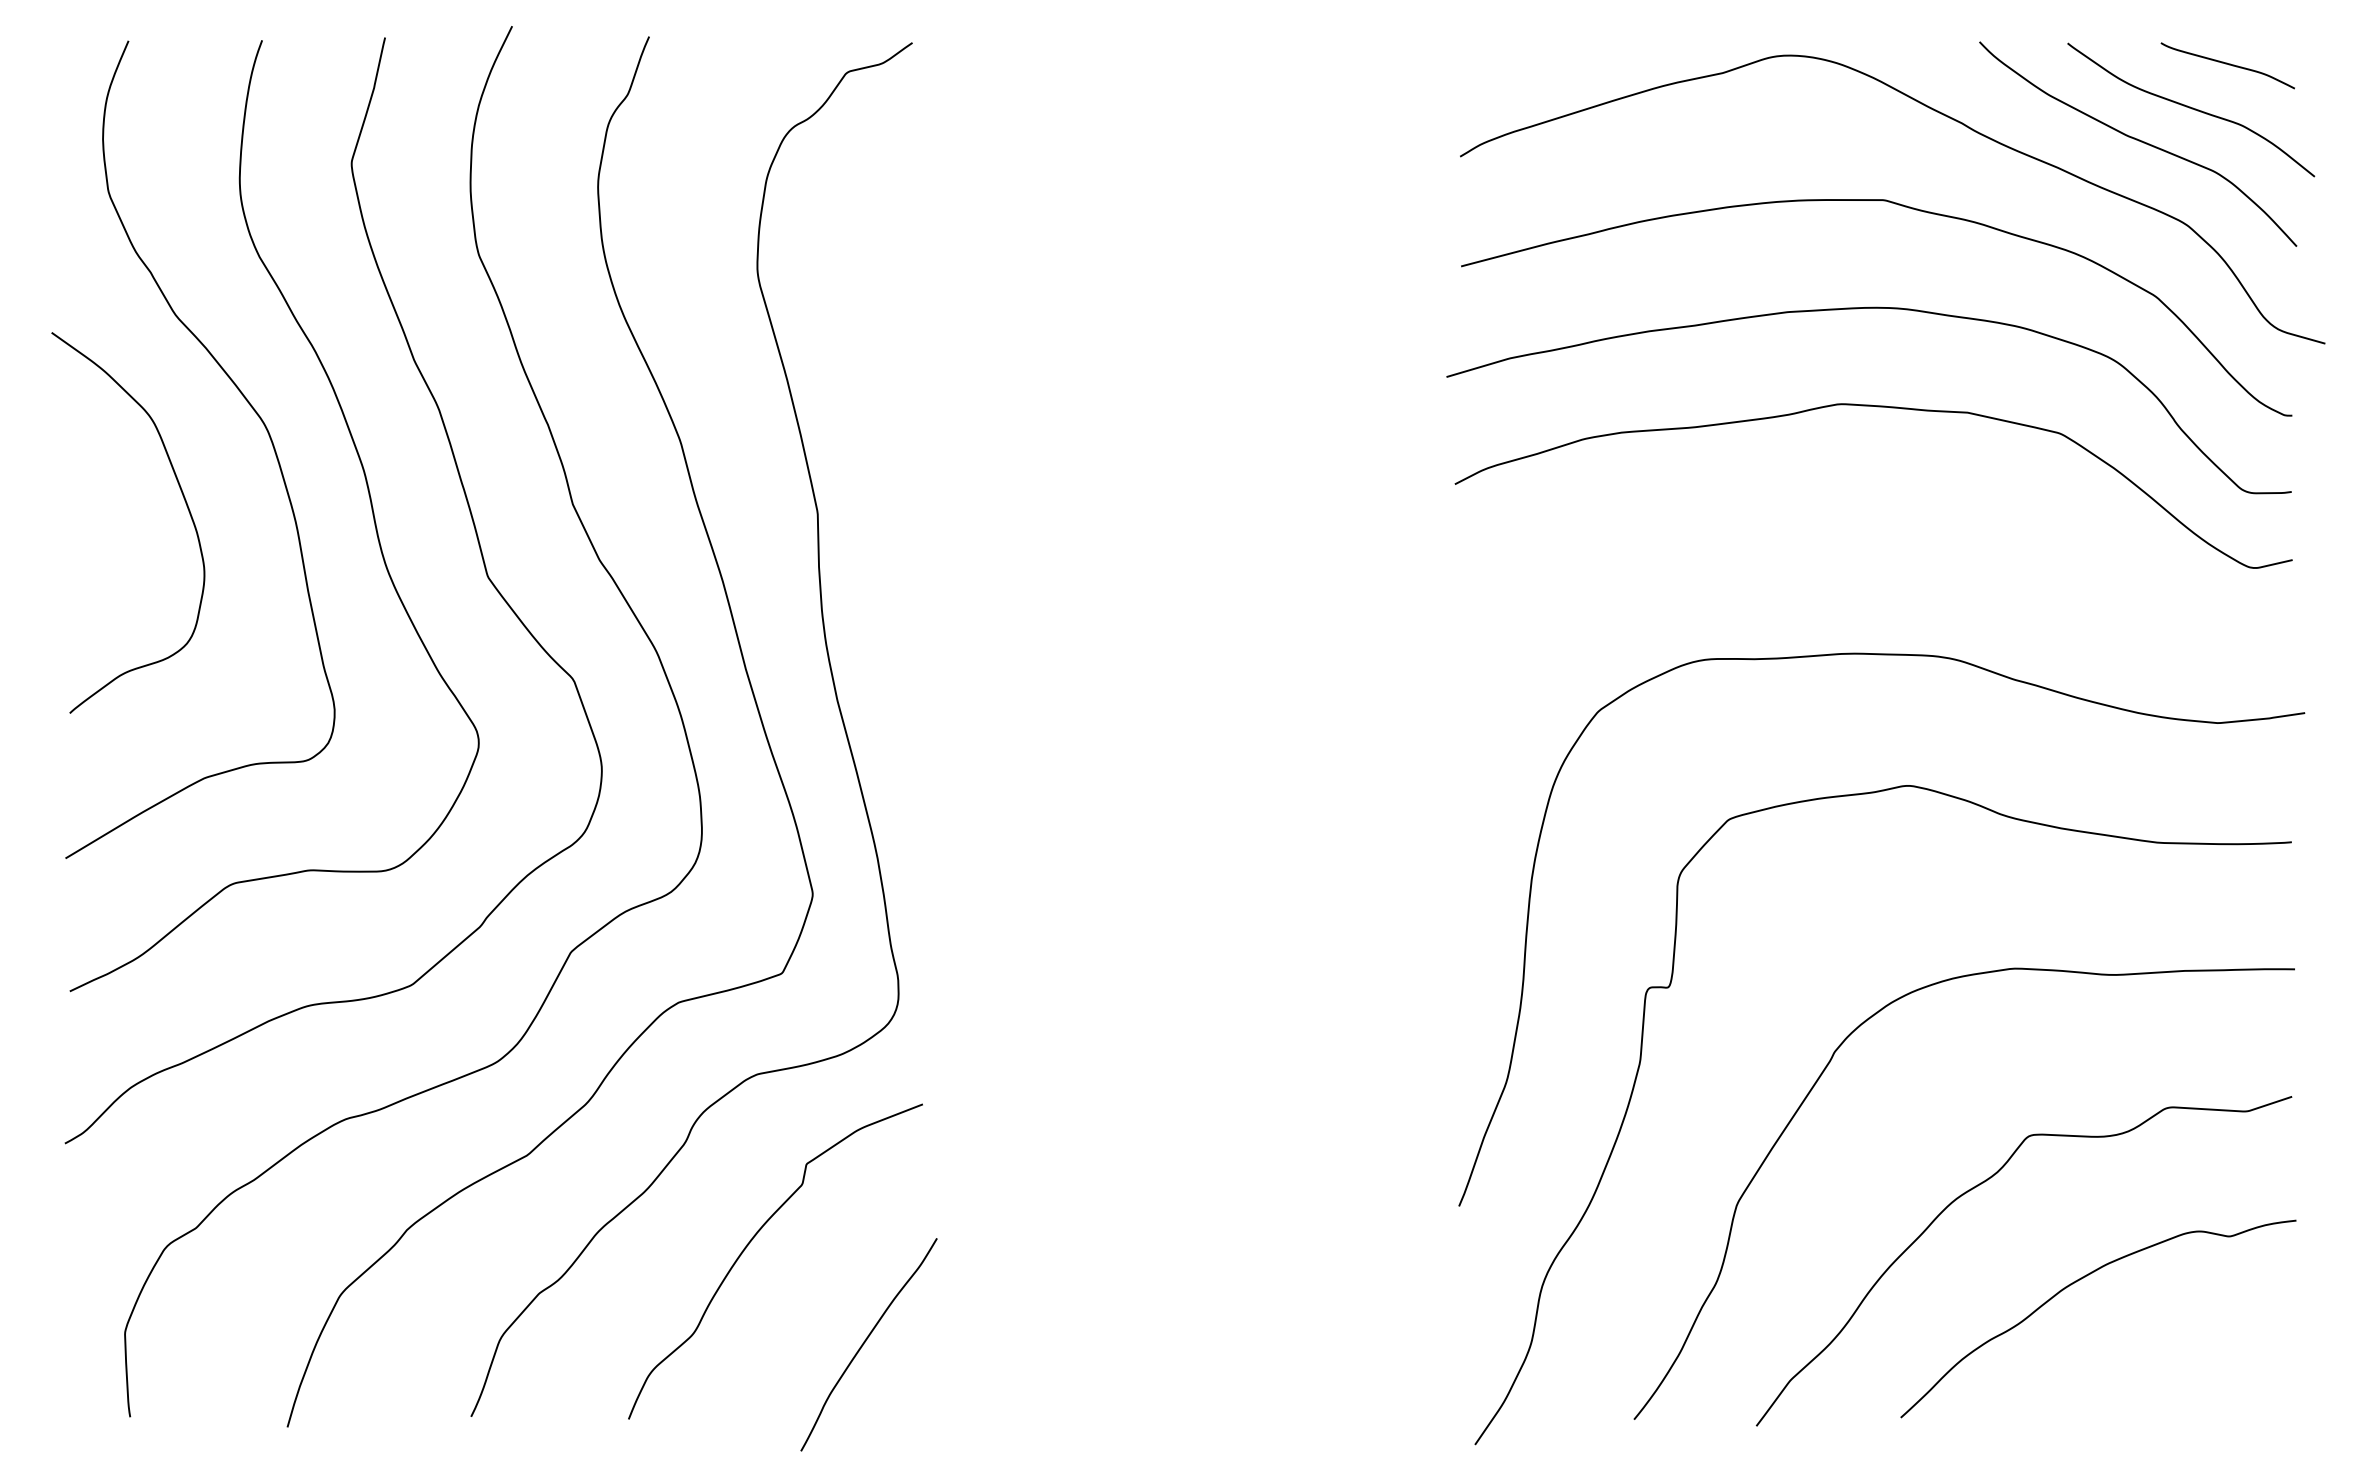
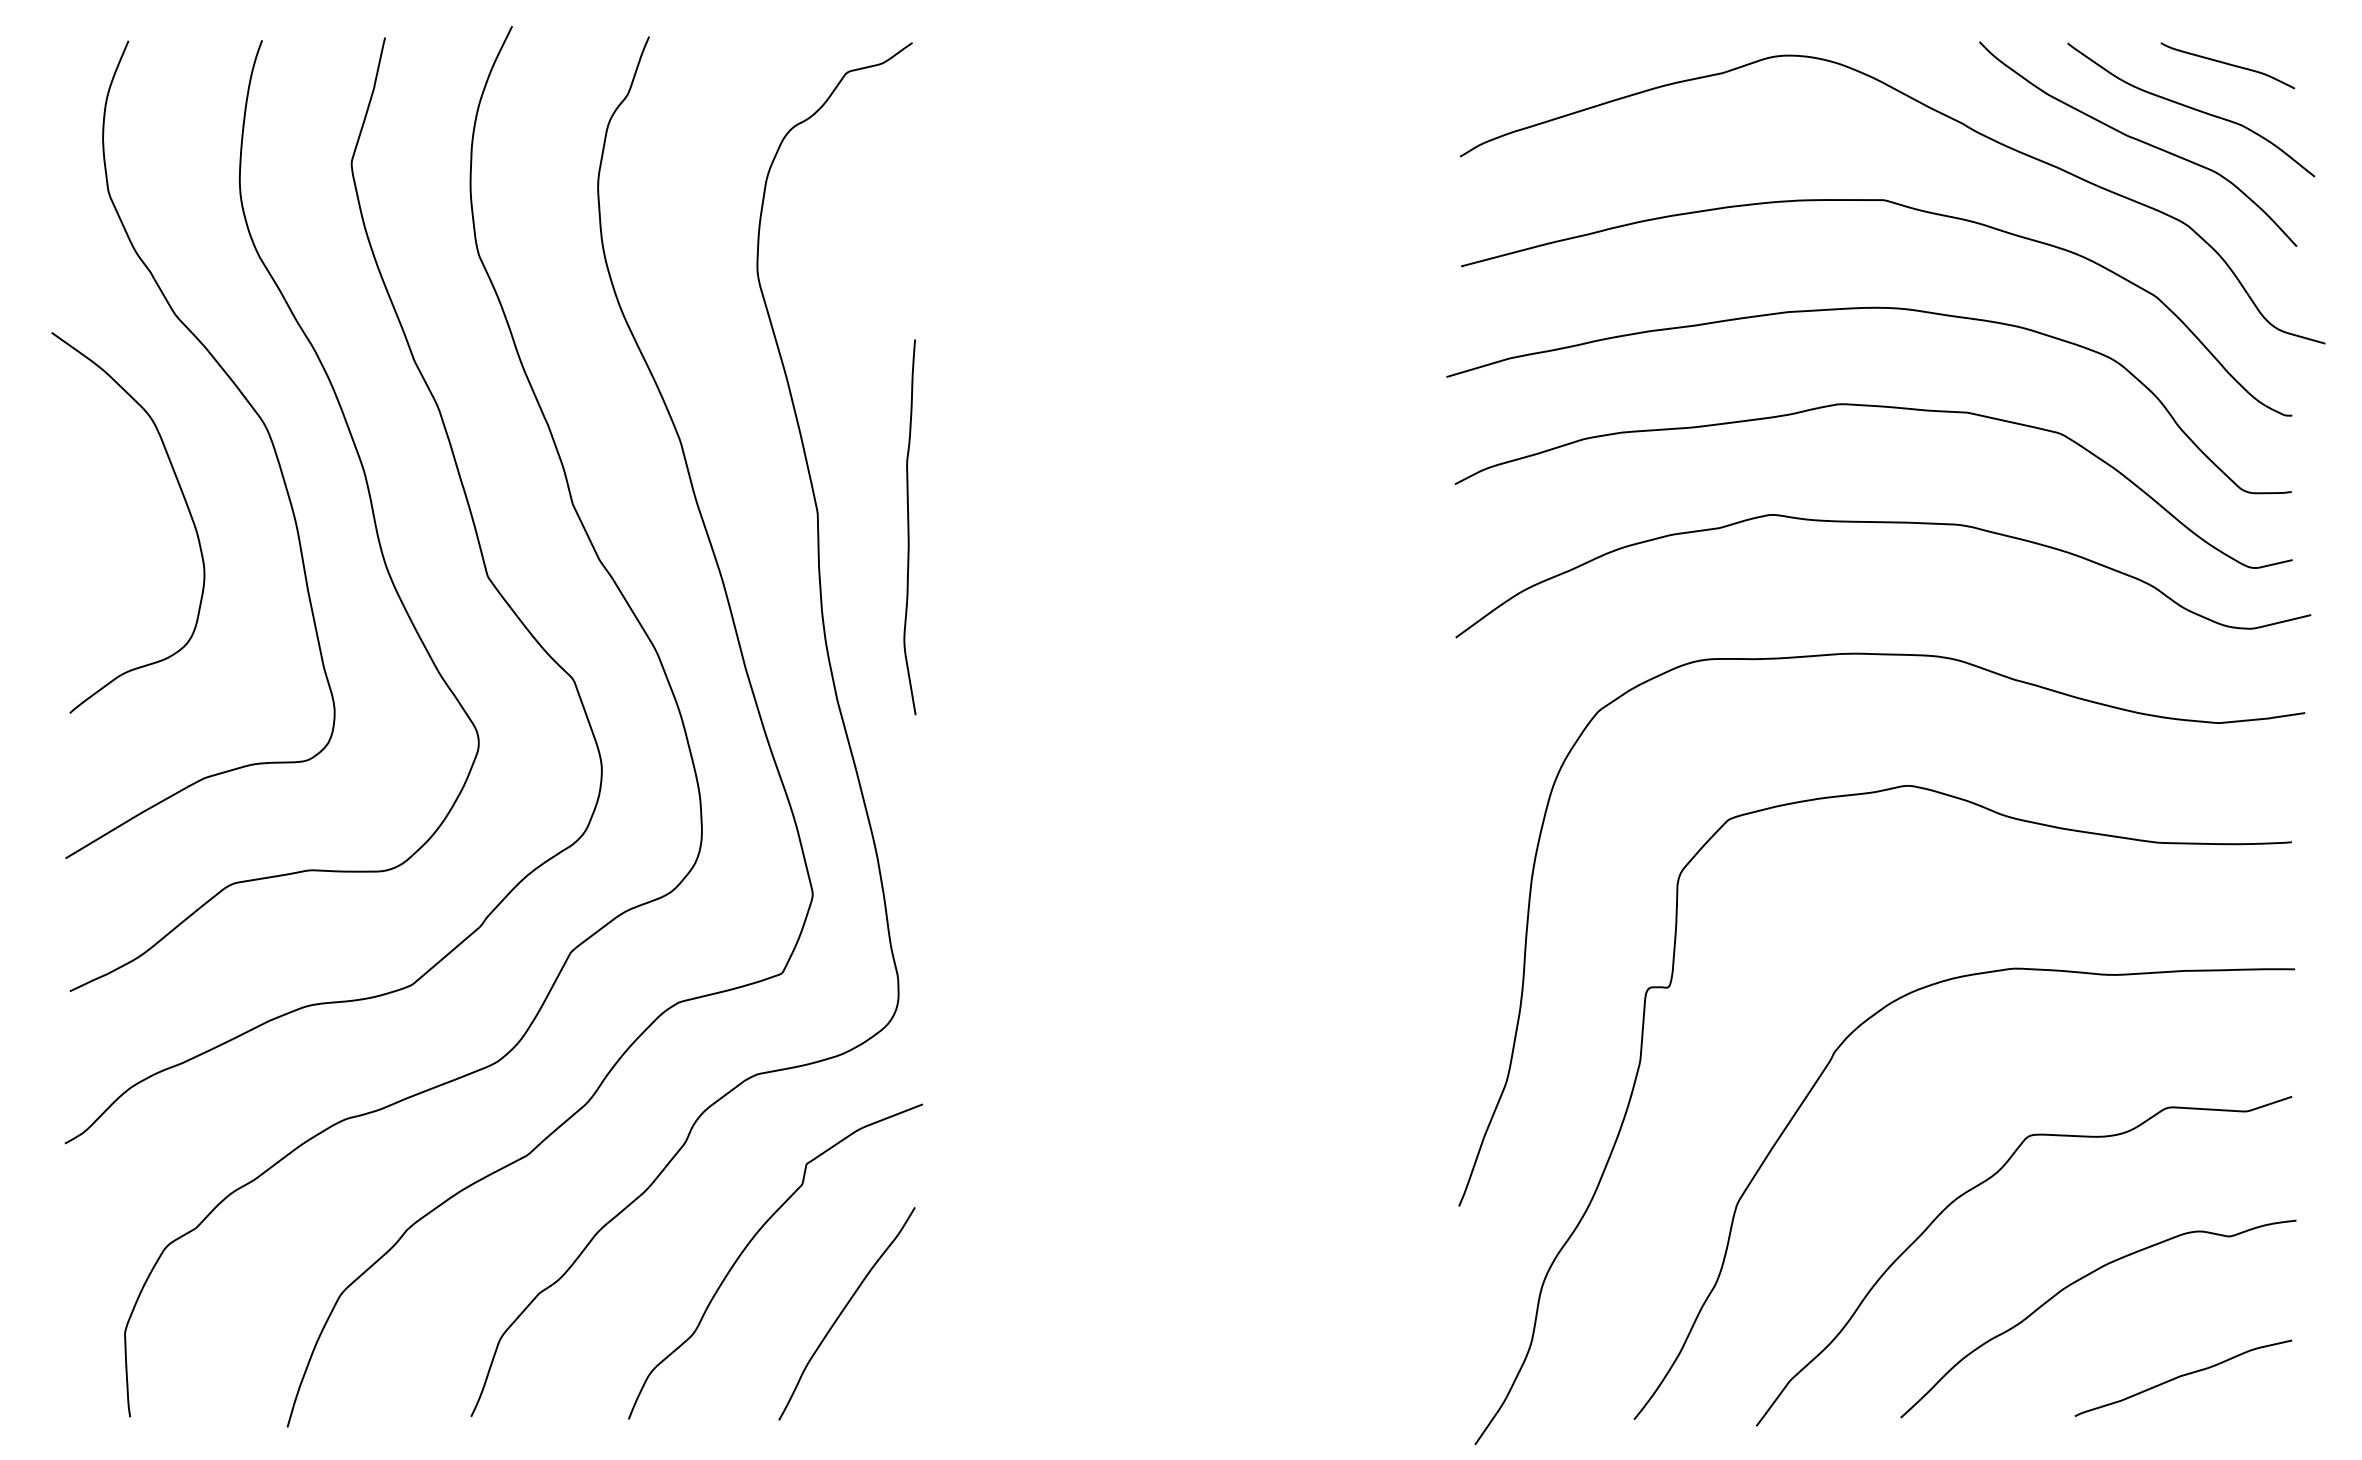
curve at (1883, 523): none -> present
curve at (909, 527): none -> present
curve at (866, 1341) position: (866, 1341) -> (844, 1310)
curve at (2183, 1376): none -> present
